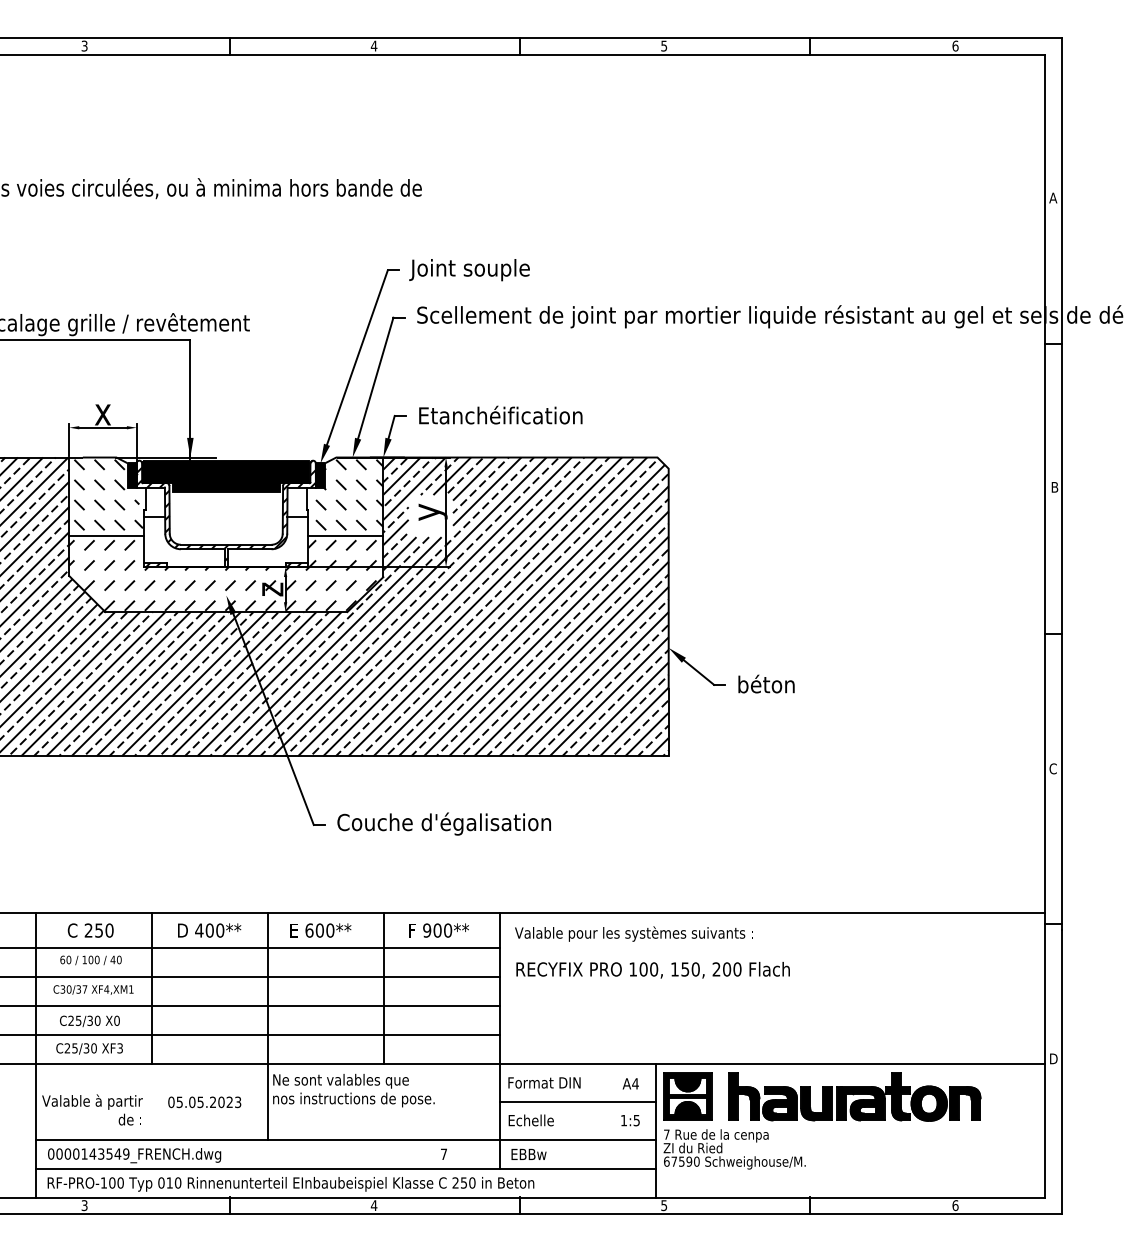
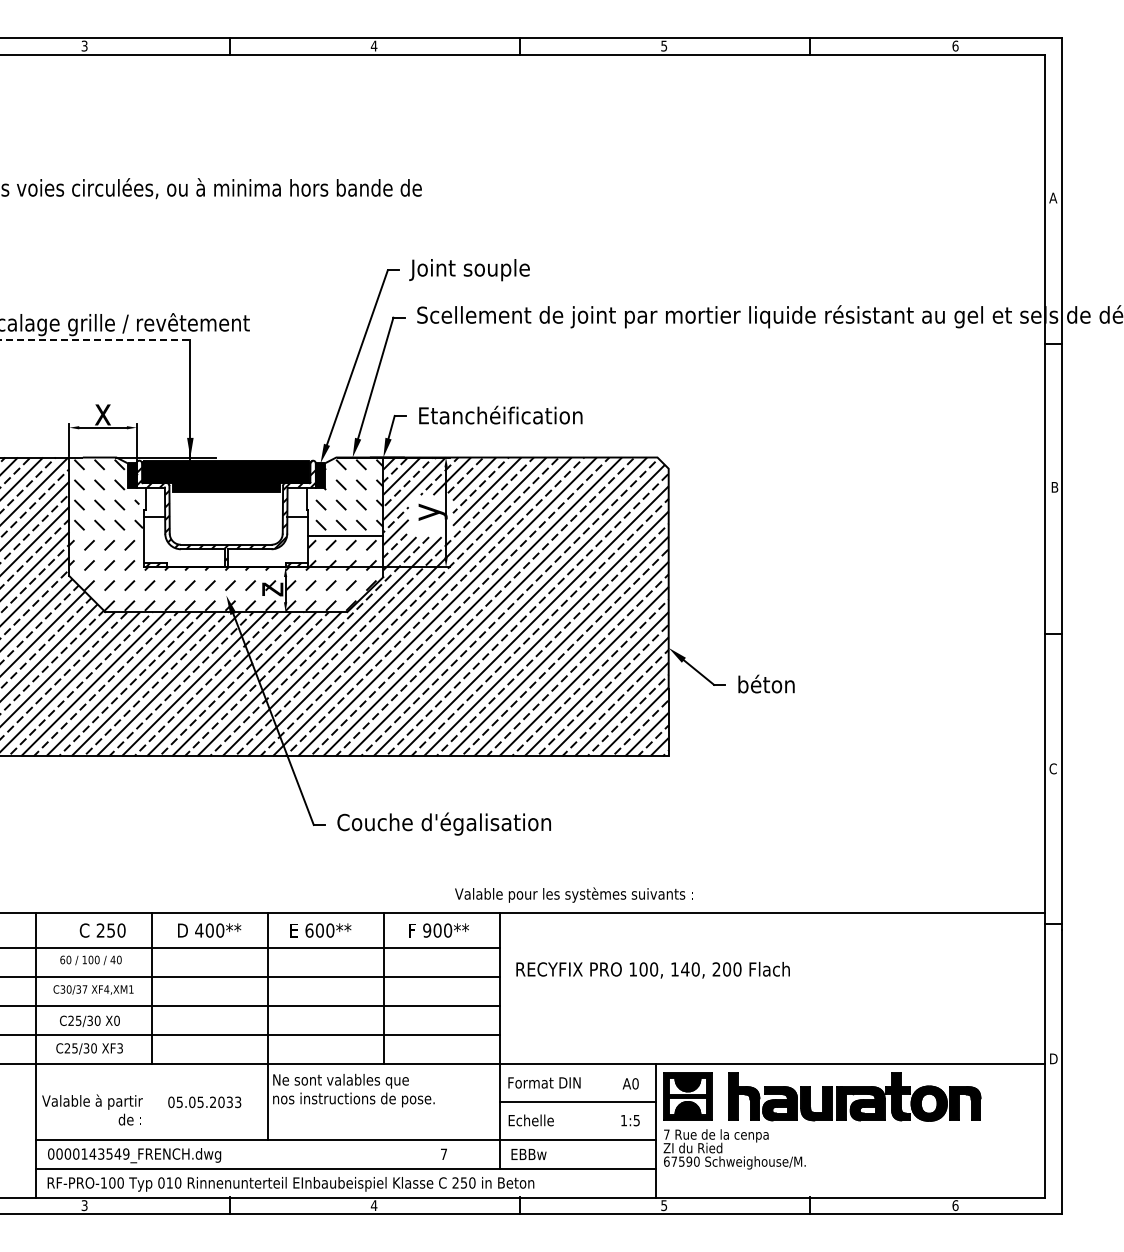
line at (95, 340): solid -> dashed
line at (106, 536): present -> none
text at (90, 930) position: (90, 930) -> (102, 930)
text at (633, 933) position: (633, 933) -> (573, 894)
text at (685, 969): 150, -> 140,
text at (635, 1083): A4 -> A0
text at (229, 1102): 05.05.2023 -> 05.05.2033
